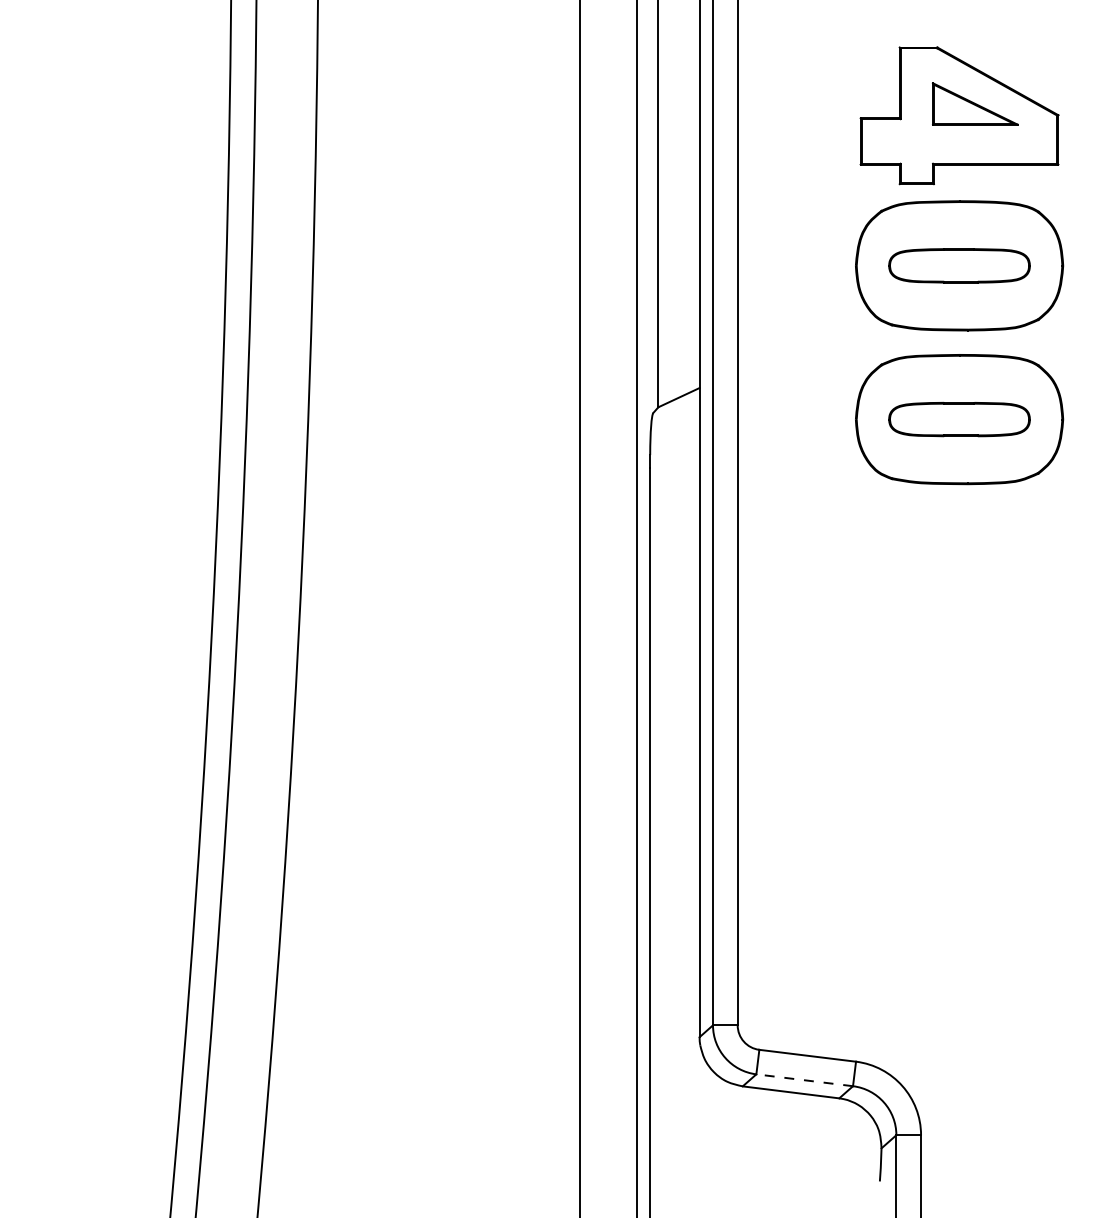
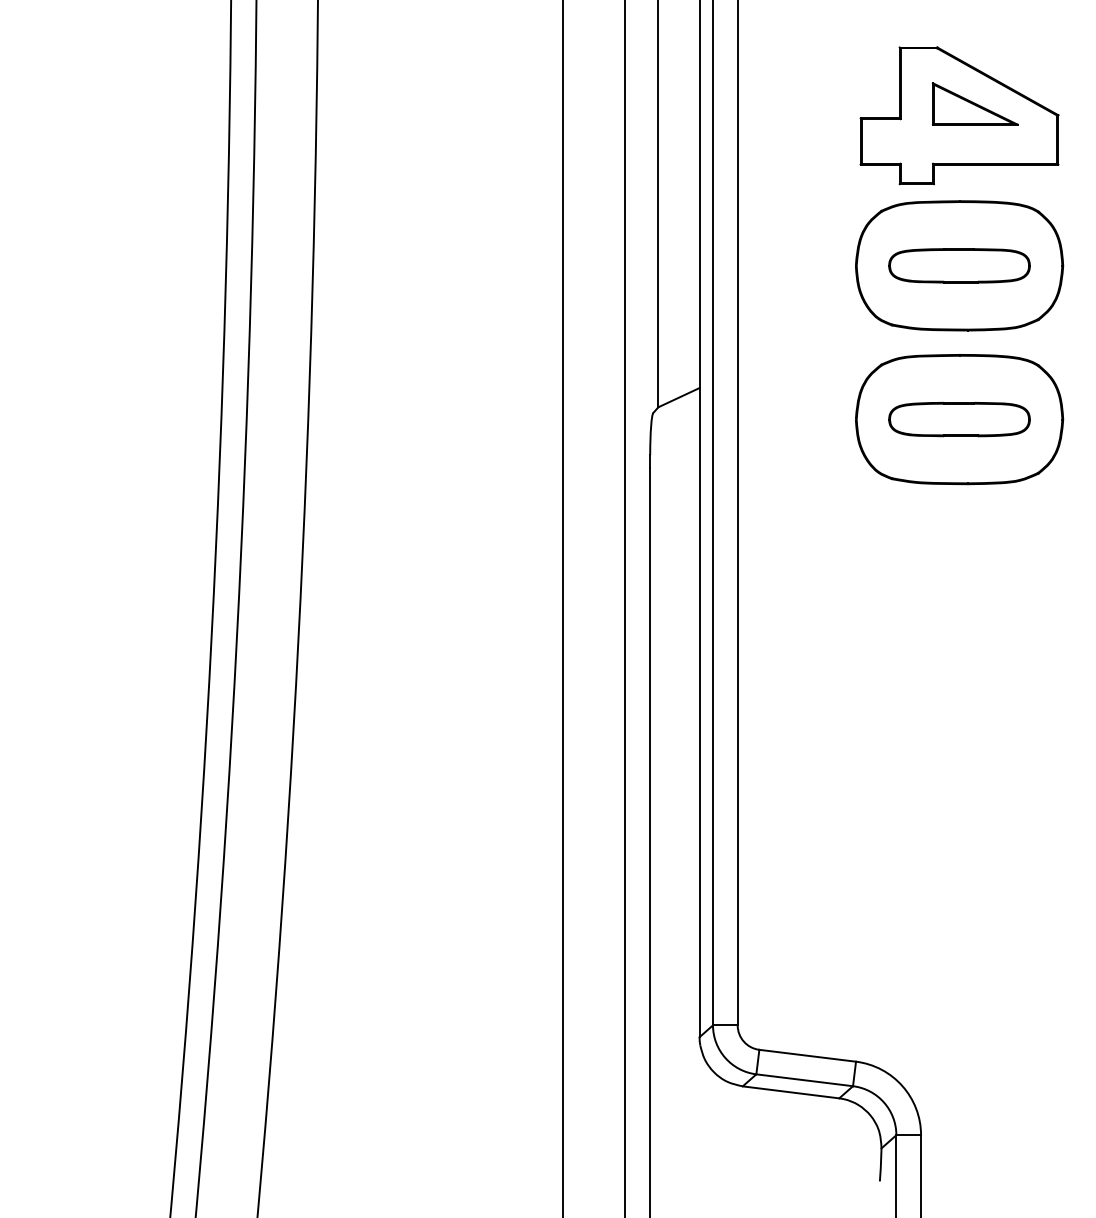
line at (580, 608) position: (580, 608) -> (563, 608)
line at (636, 608) position: (636, 608) -> (624, 608)
line at (804, 1080): dashed -> solid
